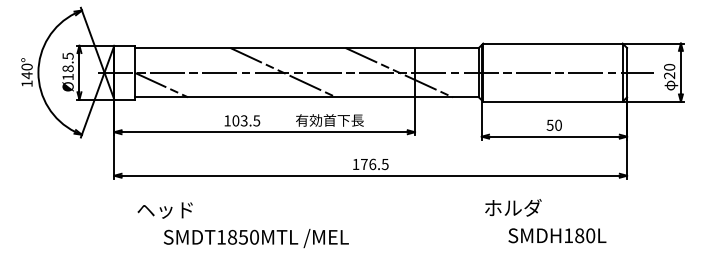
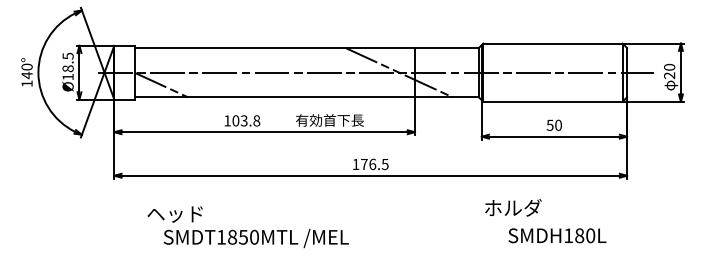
line at (283, 72): present -> none
text at (256, 120): 103.5 -> 103.8
text at (164, 210) position: (164, 210) -> (174, 214)
